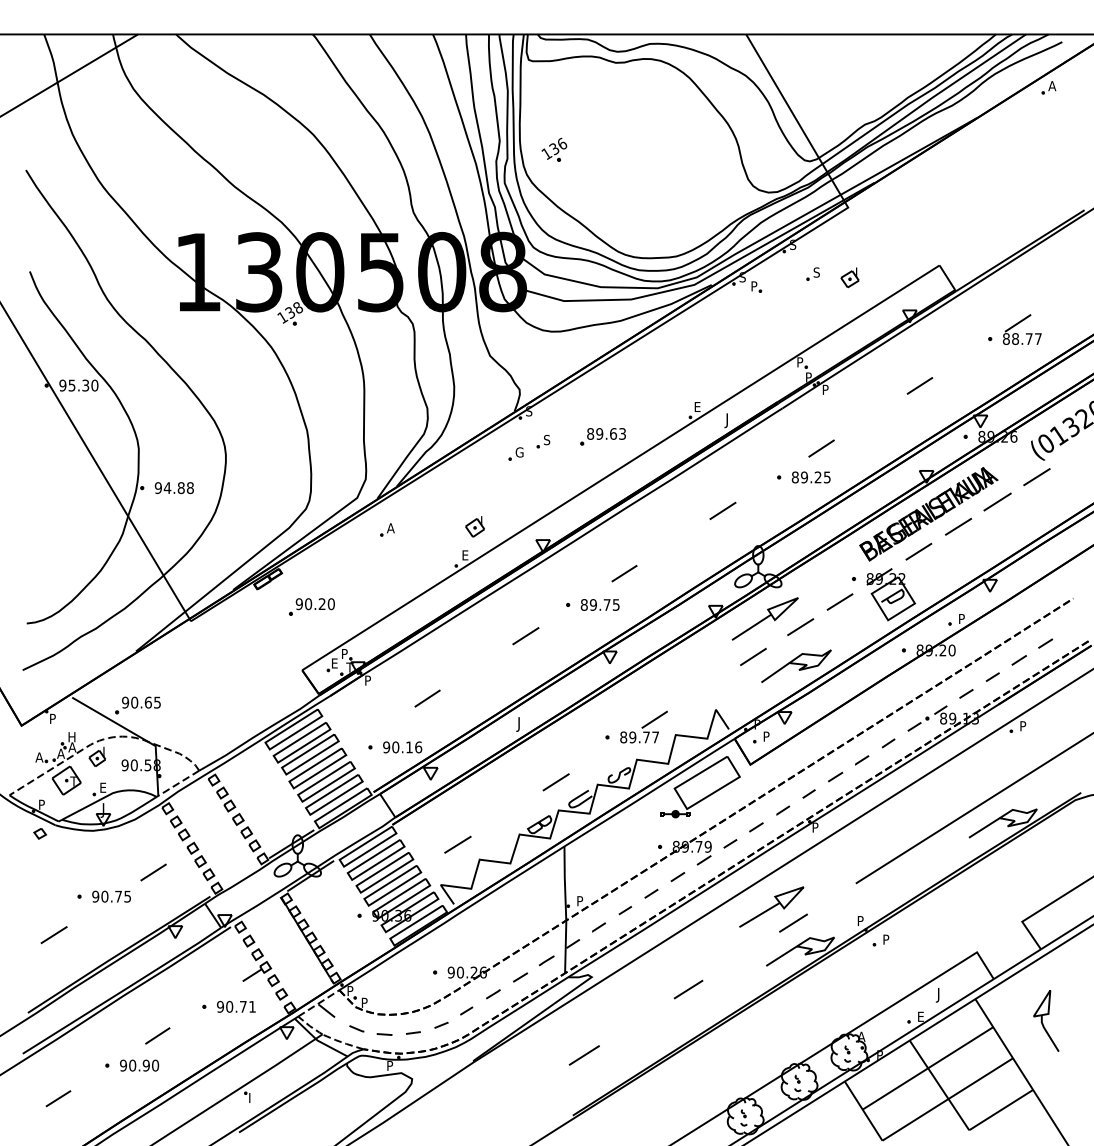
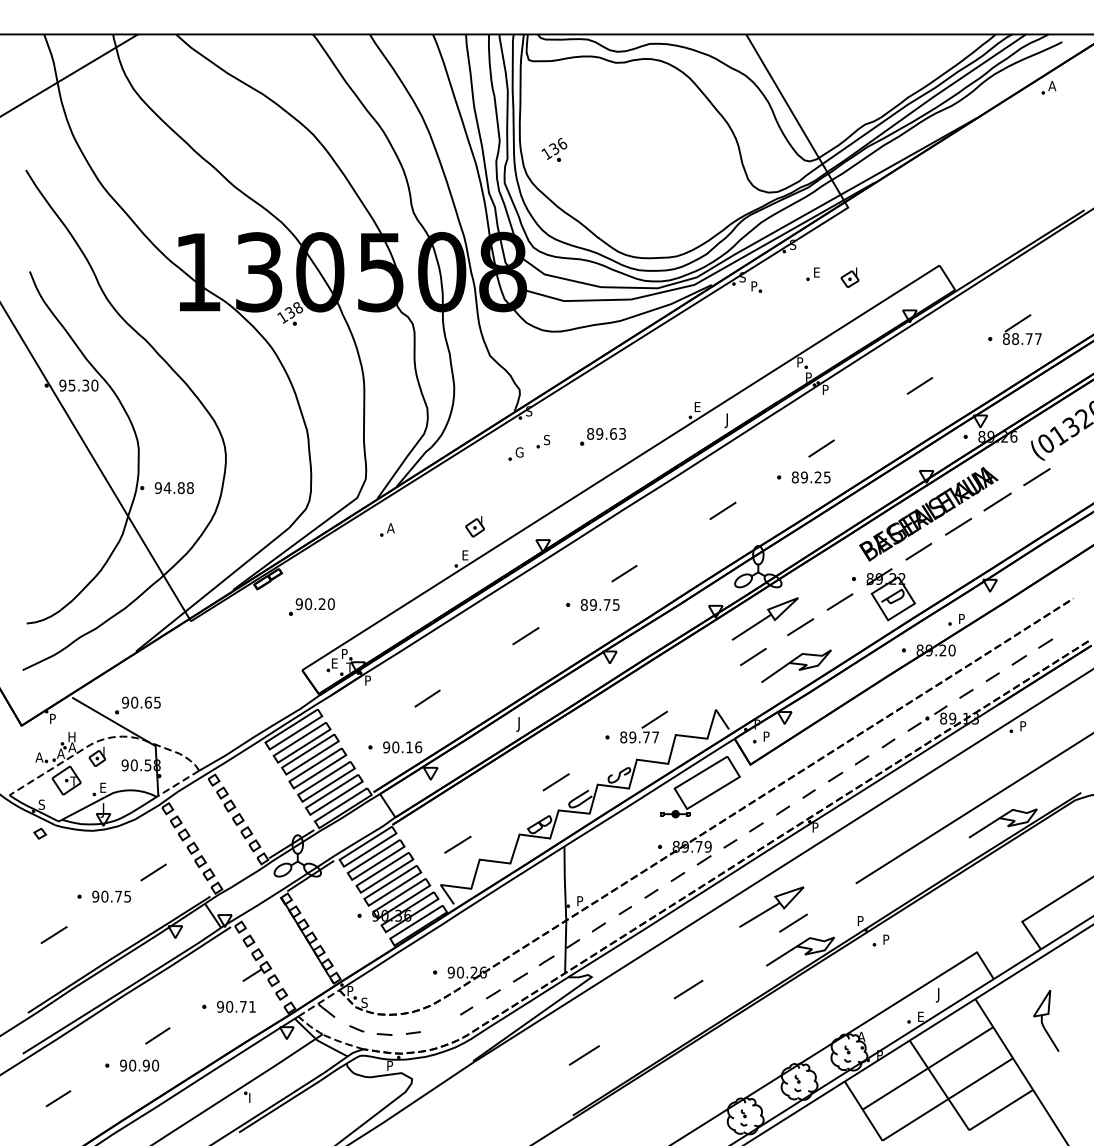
text at (816, 272): S -> E
text at (41, 804): P -> S
text at (364, 1002): P -> S
line at (441, 1024): present -> none
